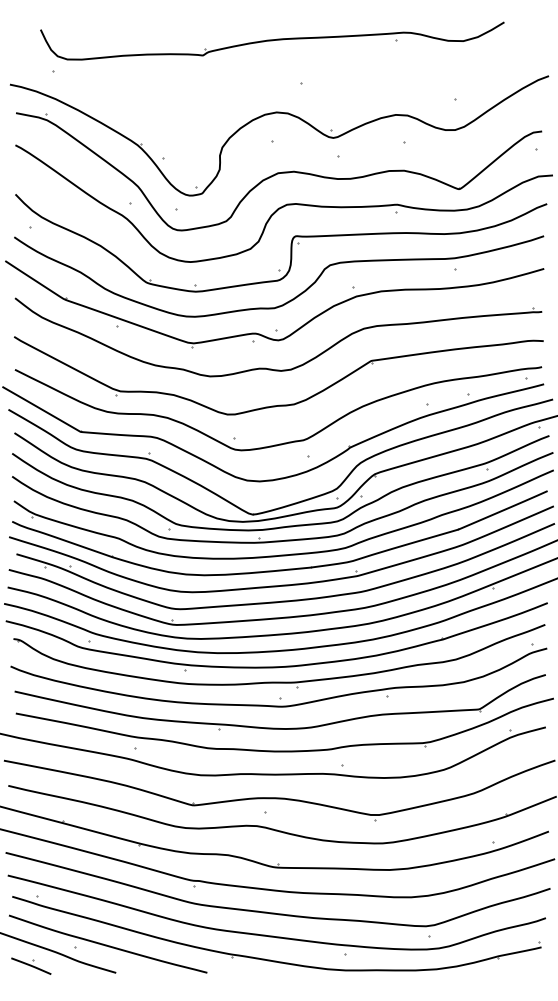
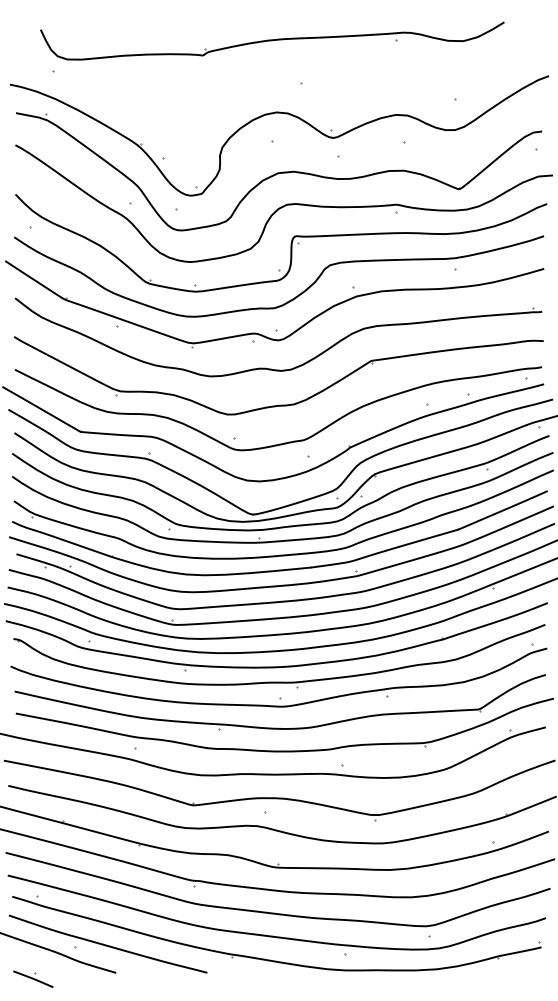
part at (31, 965) position: (31, 965) -> (33, 978)
